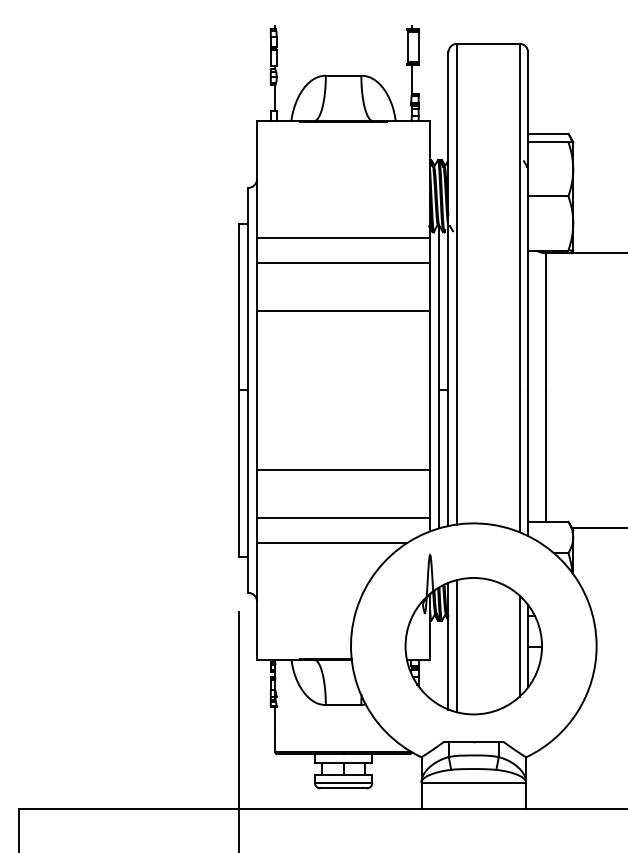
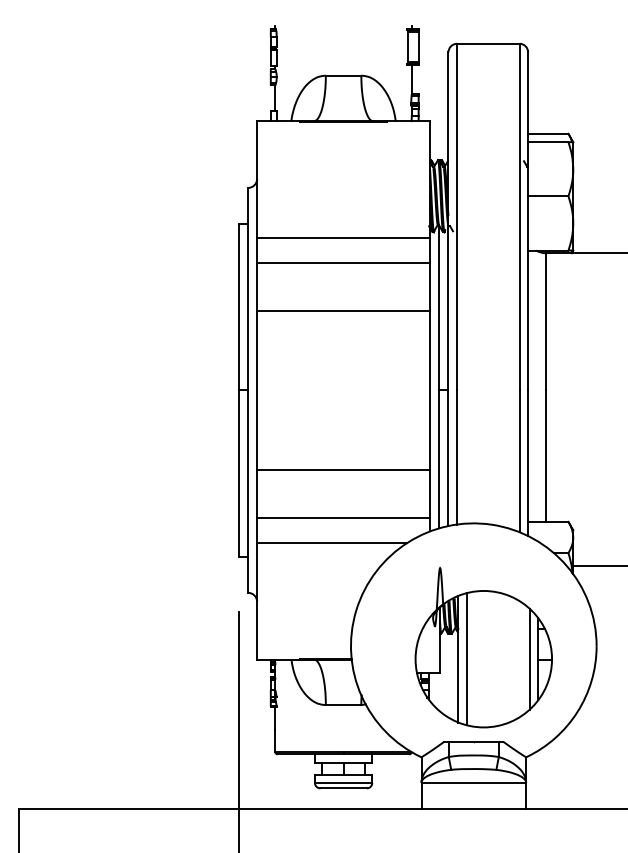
line at (597, 527) position: (597, 527) -> (597, 565)
part at (473, 634) position: (473, 634) -> (483, 647)
